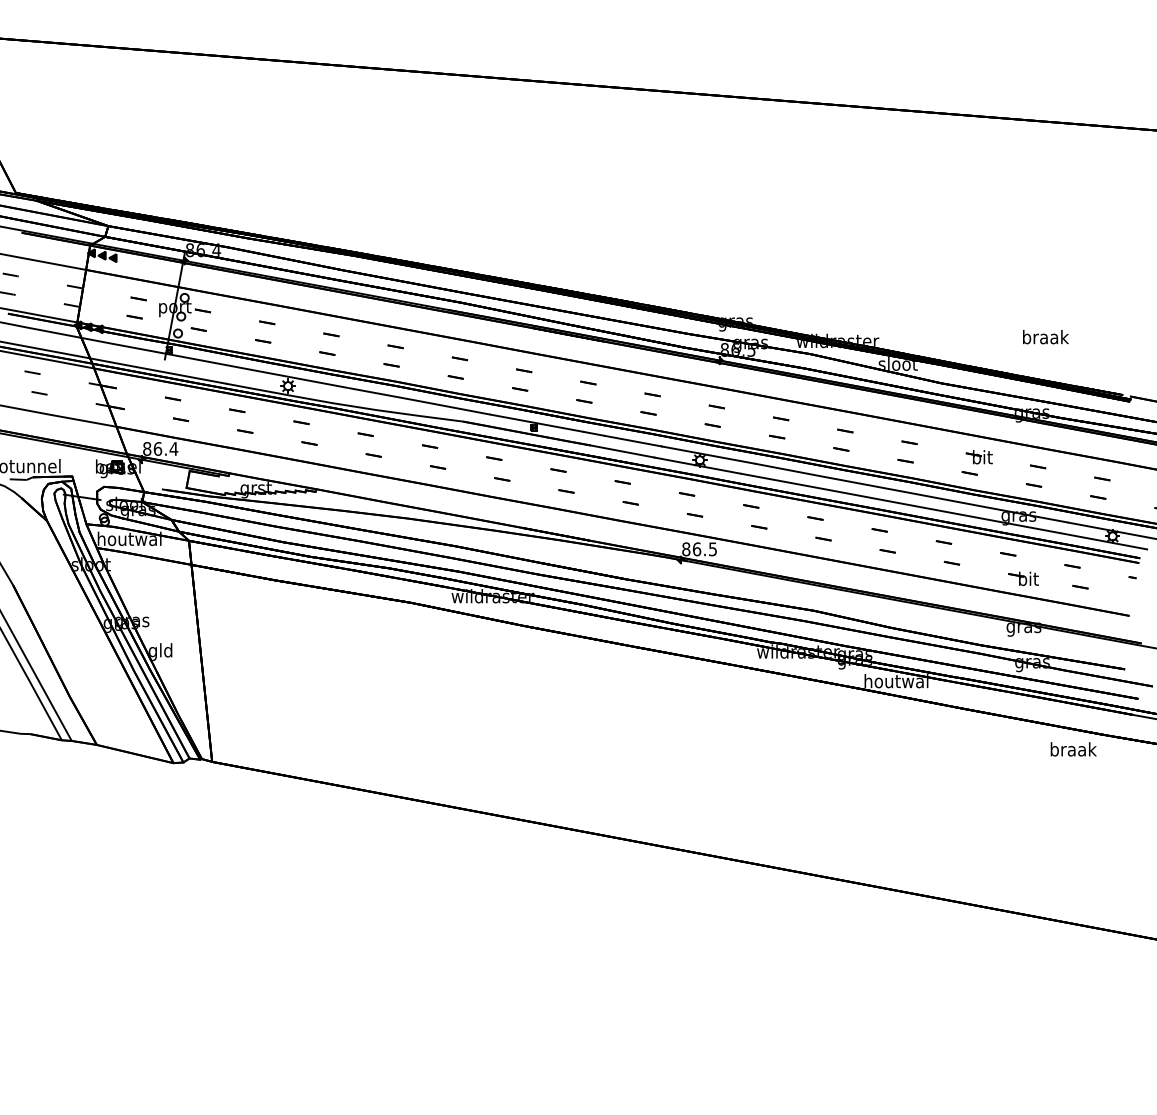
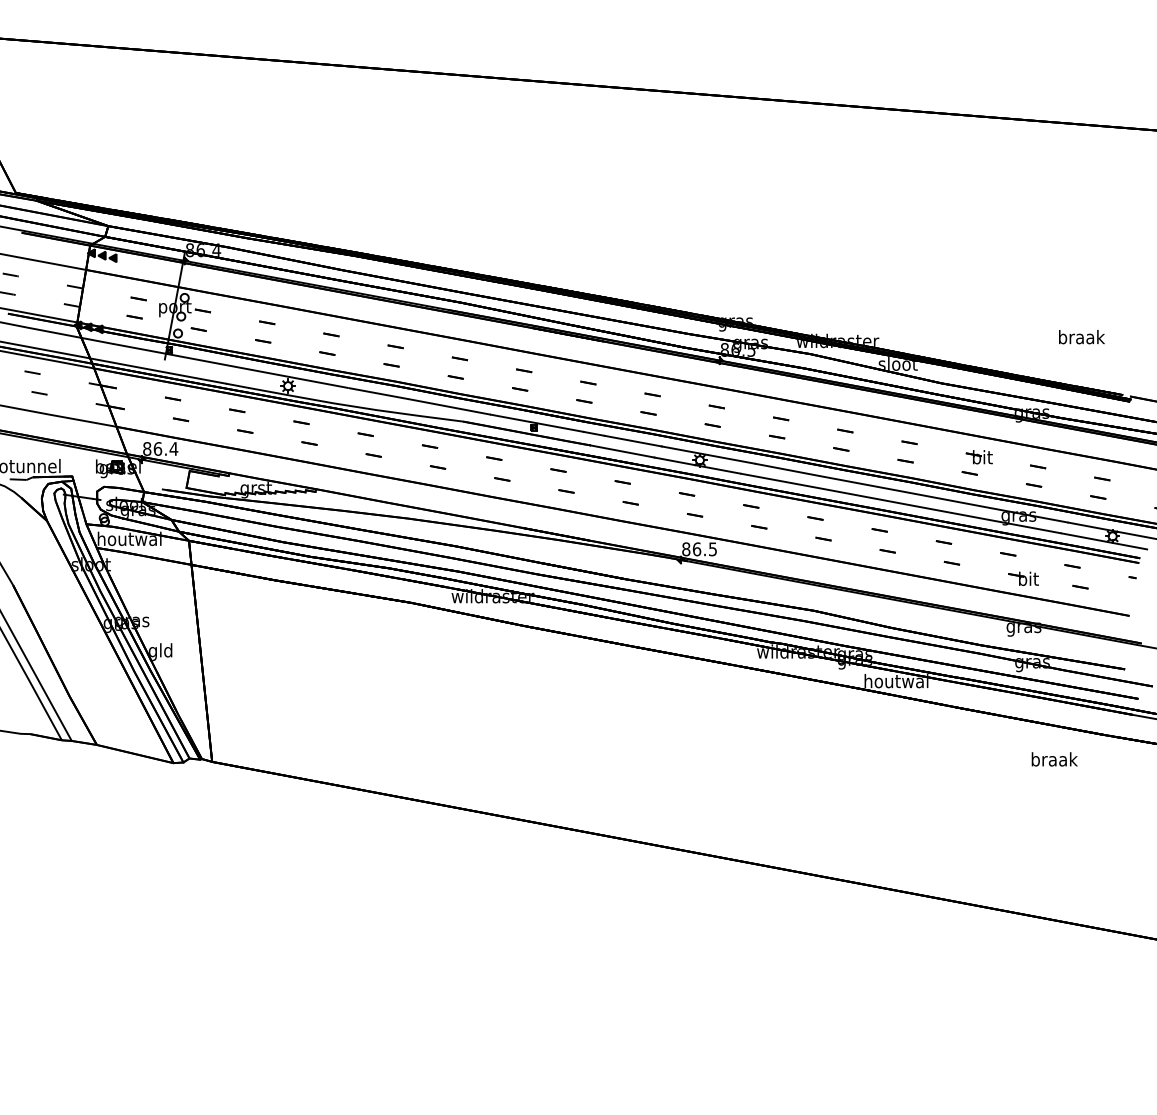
text at (1045, 337) position: (1045, 337) -> (1081, 337)
text at (1073, 749) position: (1073, 749) -> (1054, 759)
